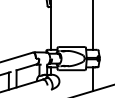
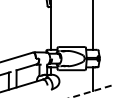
line at (92, 91): solid -> dashed
